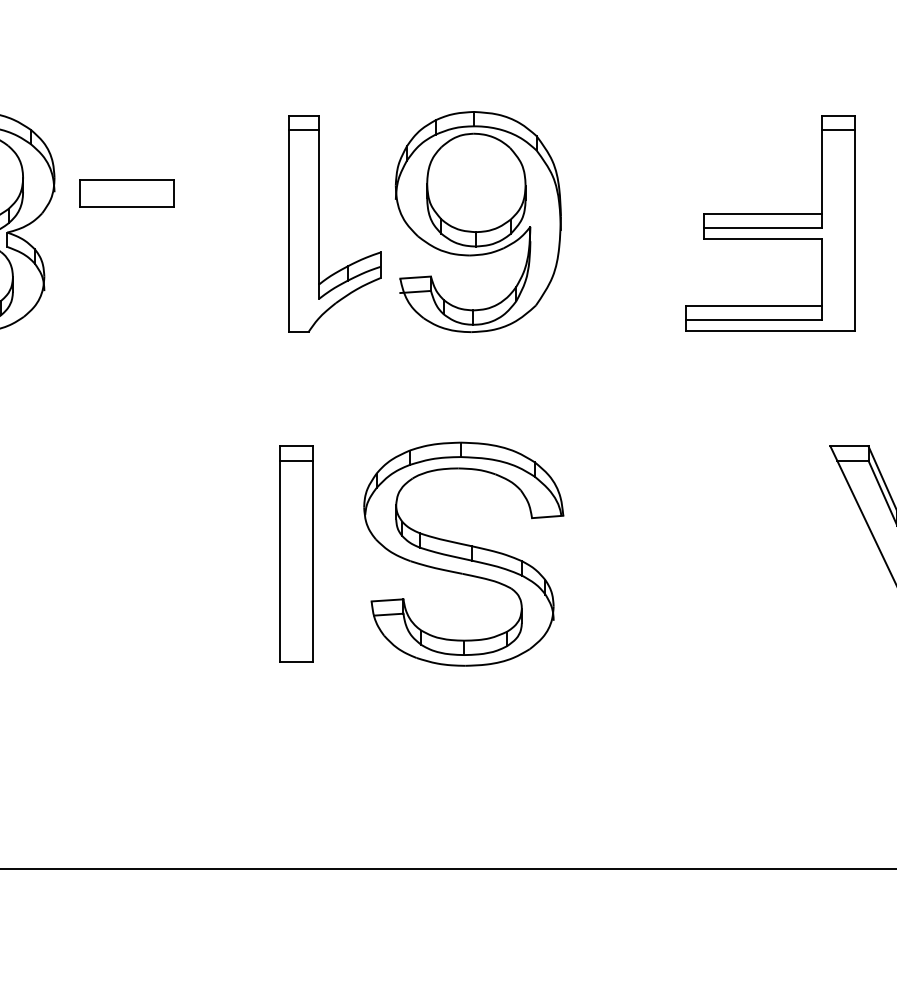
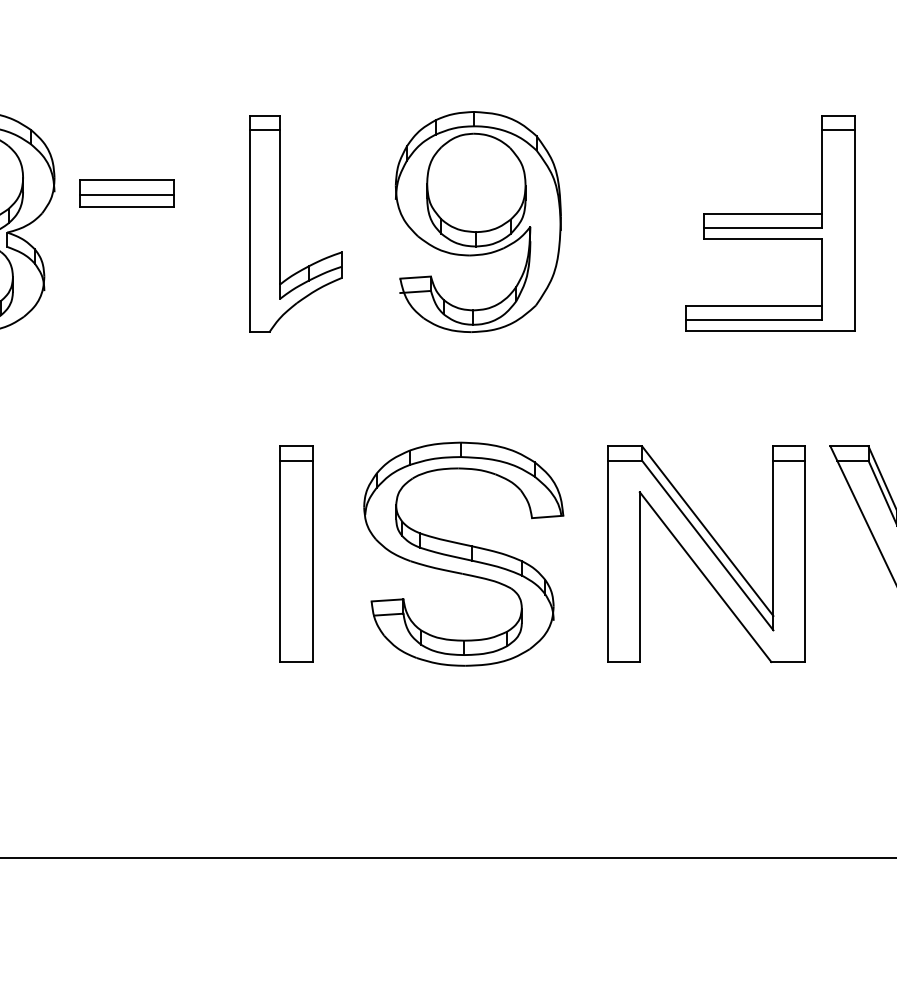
line at (126, 194): none -> present
part at (319, 223) position: (319, 223) -> (280, 223)
part at (706, 554): none -> present
line at (447, 868) position: (447, 868) -> (447, 857)
